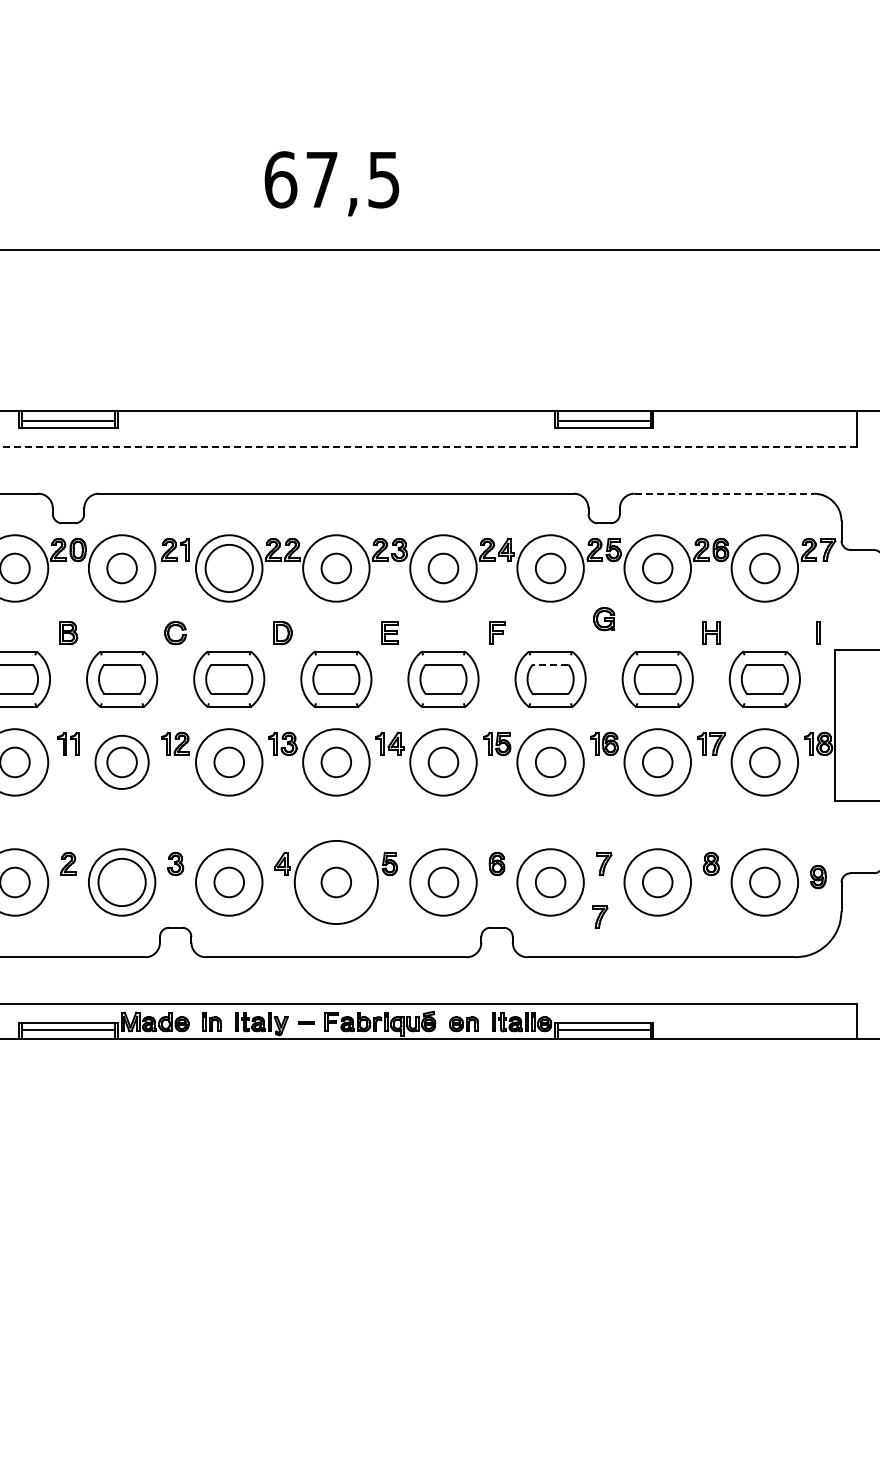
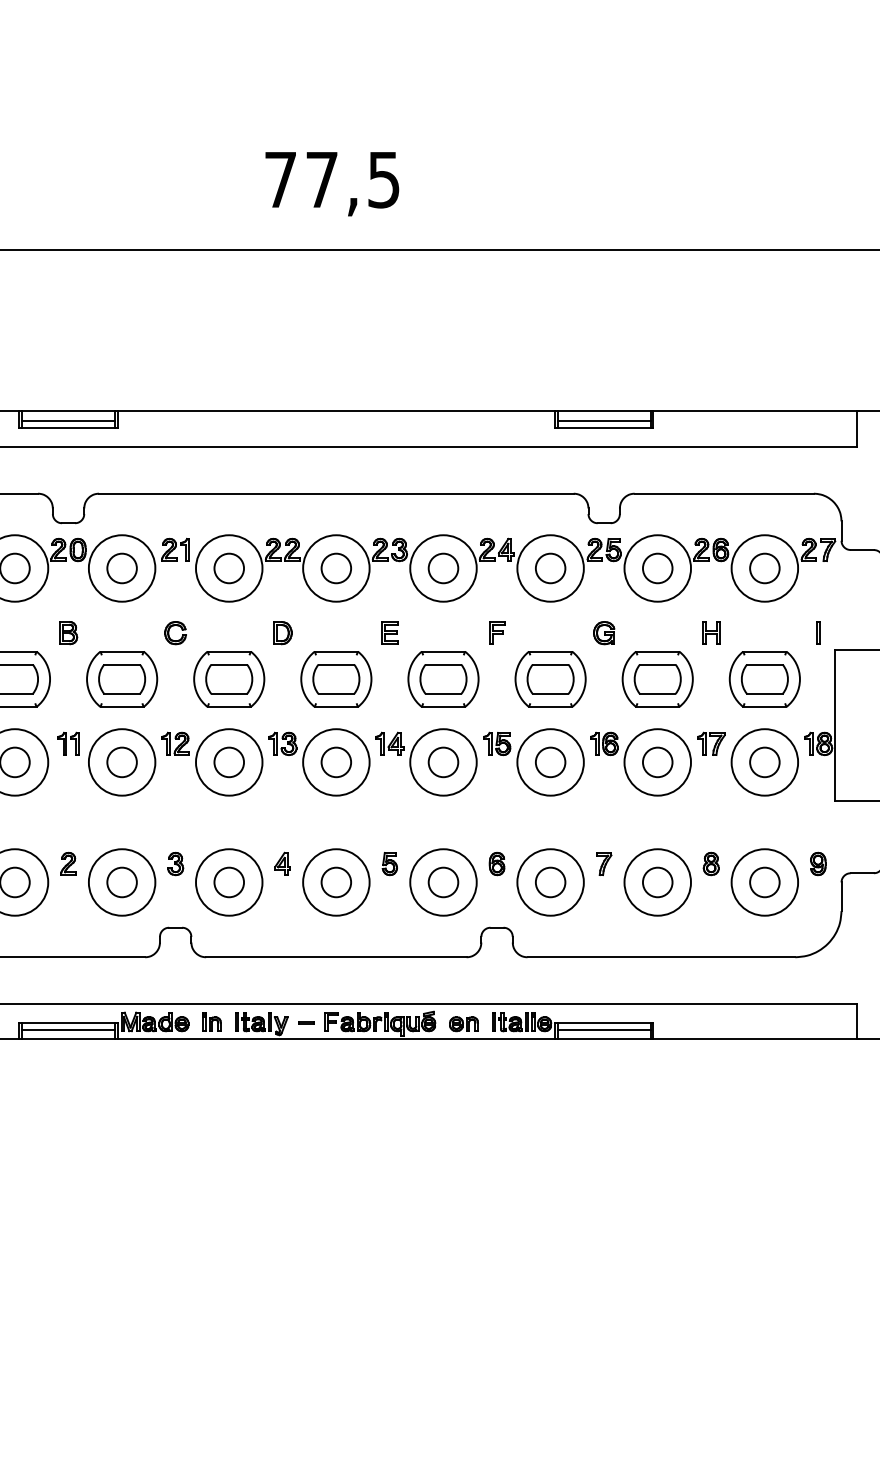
text at (280, 179): 67,5 -> 77,5
line at (429, 446): dashed -> solid
line at (724, 493): dashed -> solid
circle at (228, 568) diameter: 47 px -> 30 px
part at (604, 619) position: (604, 619) -> (604, 633)
line at (550, 664): dashed -> solid
circle at (121, 762) diameter: 53 px -> 66 px
part at (818, 876) position: (818, 876) -> (818, 863)
circle at (121, 882) diameter: 47 px -> 30 px
circle at (335, 882) diameter: 83 px -> 66 px
part at (600, 916): present -> none
